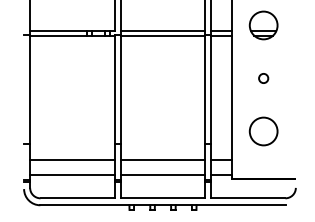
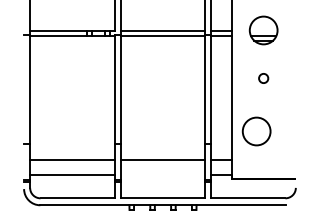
part at (263, 25) position: (263, 25) -> (263, 30)
circle at (263, 131) position: (263, 131) -> (256, 131)
line at (162, 175): present -> none
